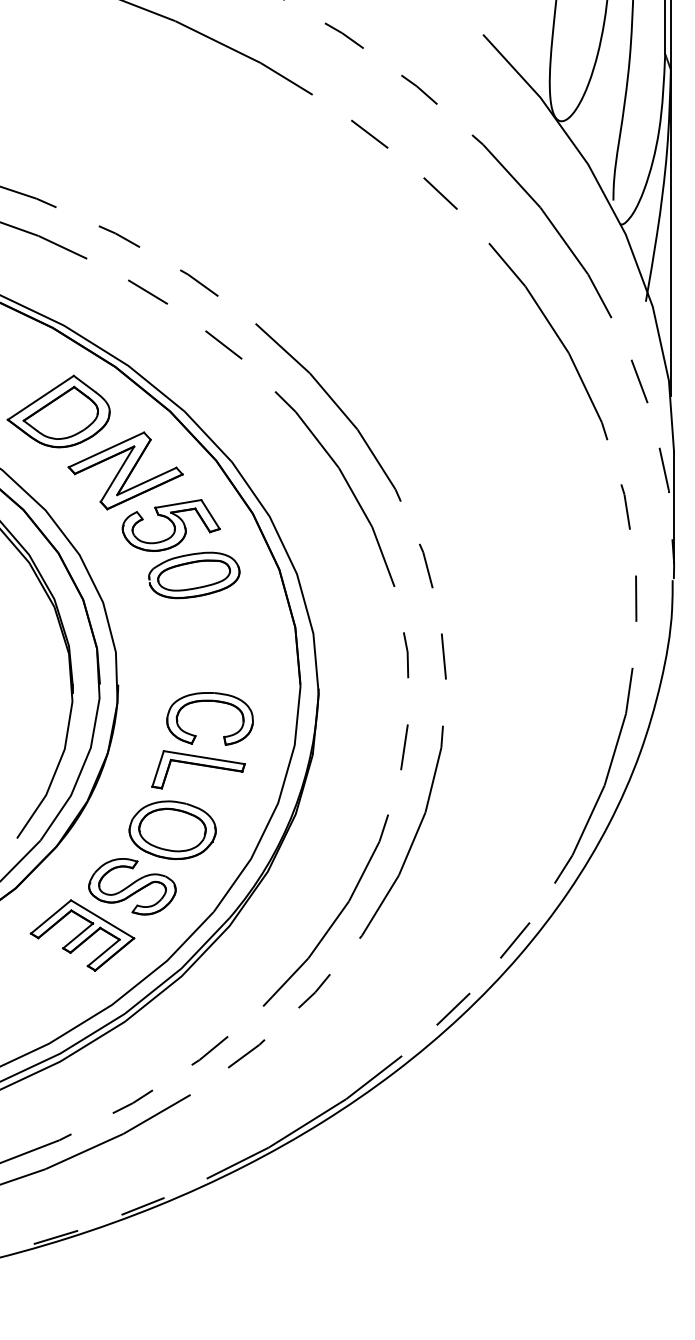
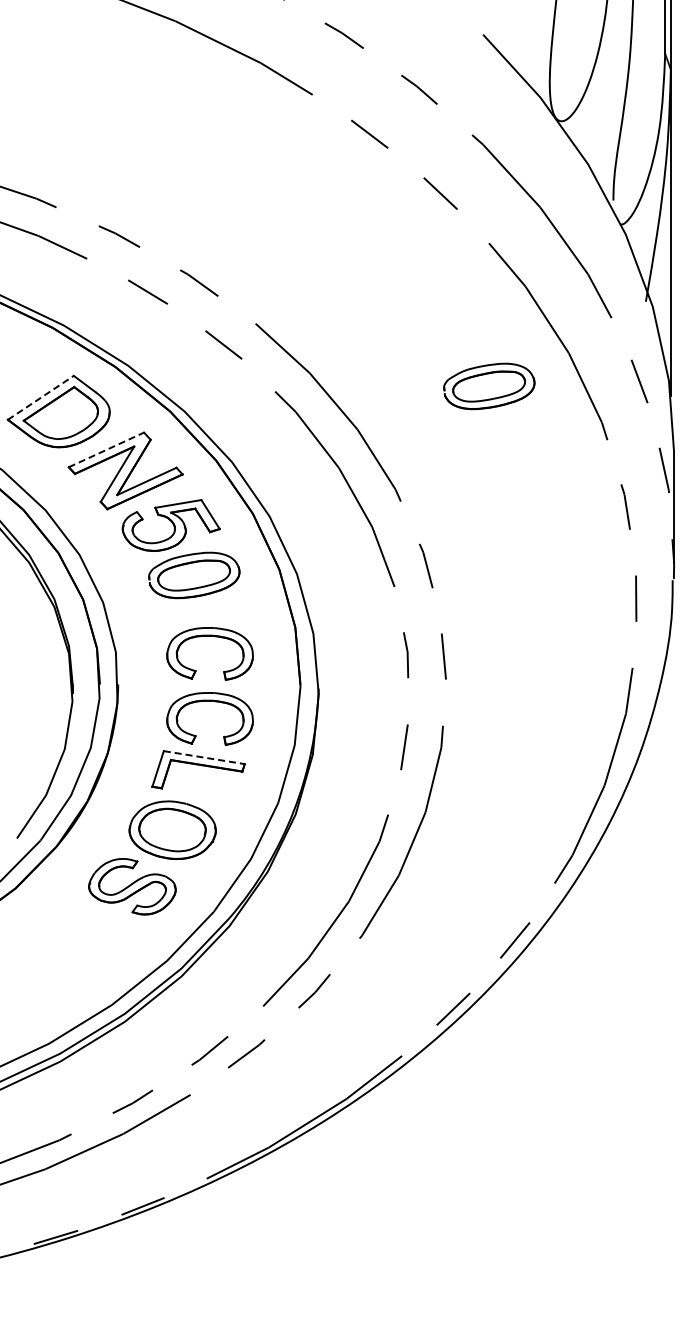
part at (489, 386): none -> present
line at (40, 397): solid -> dashed
line at (106, 449): solid -> dashed
part at (209, 636): none -> present
line at (204, 757): solid -> dashed
part at (82, 935): present -> none
